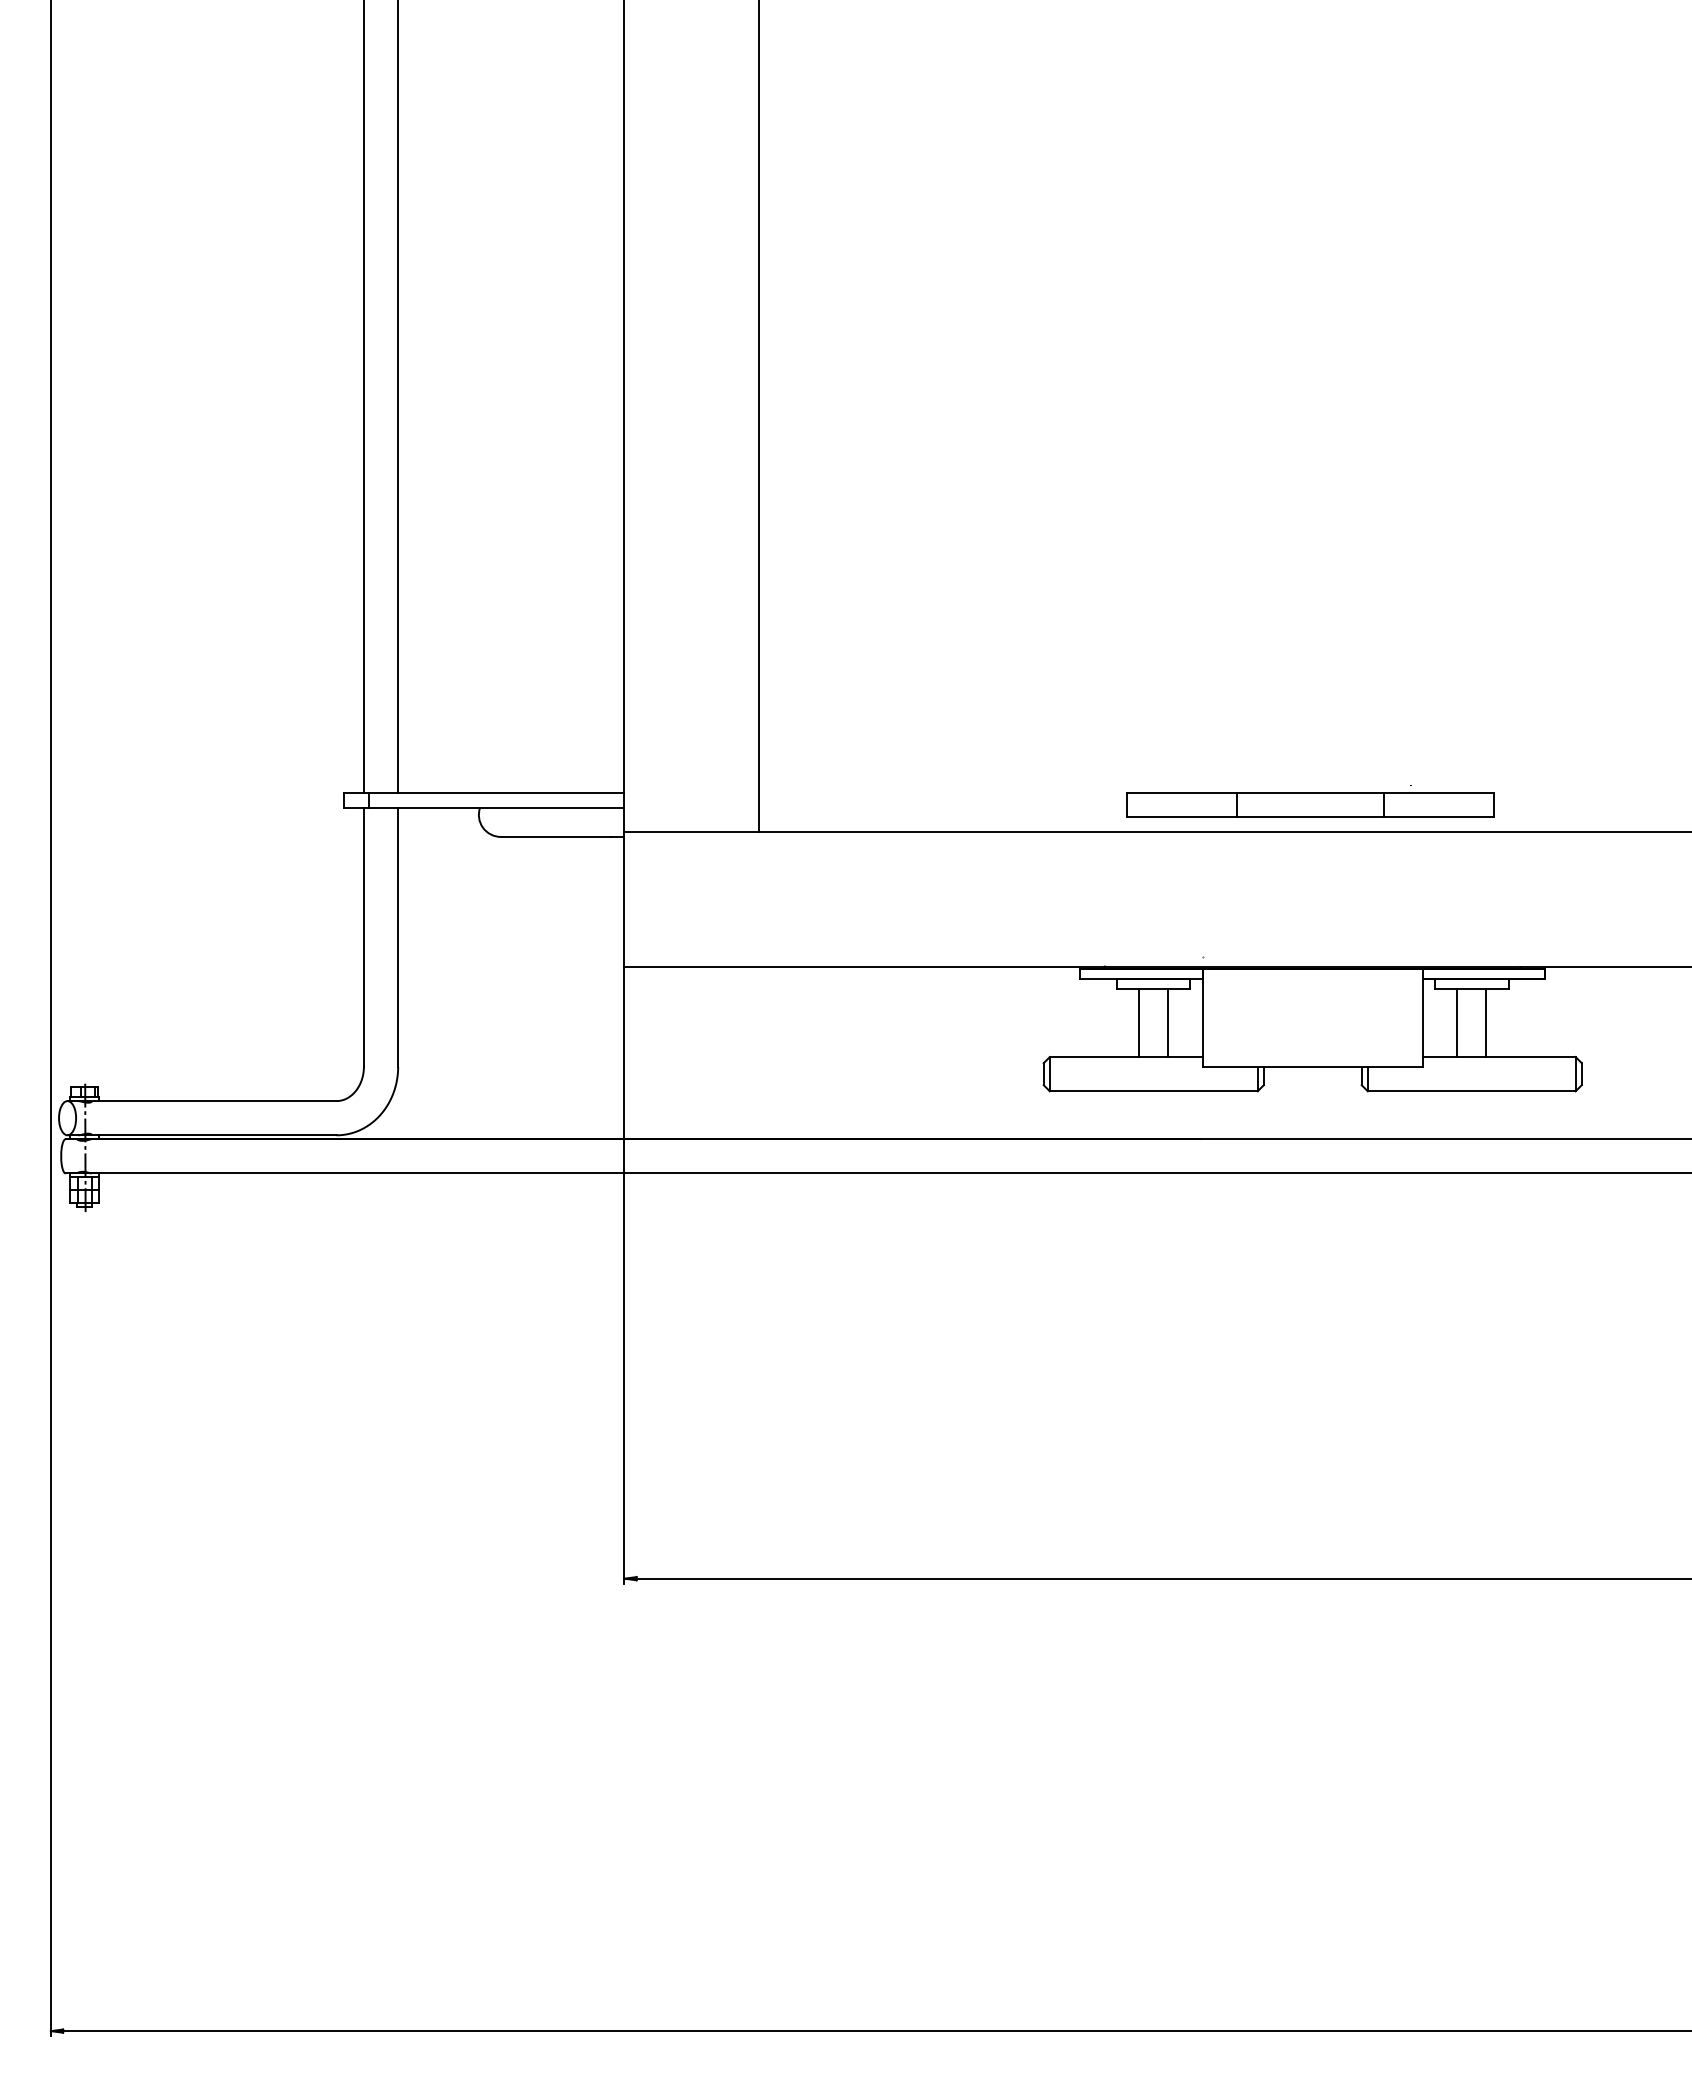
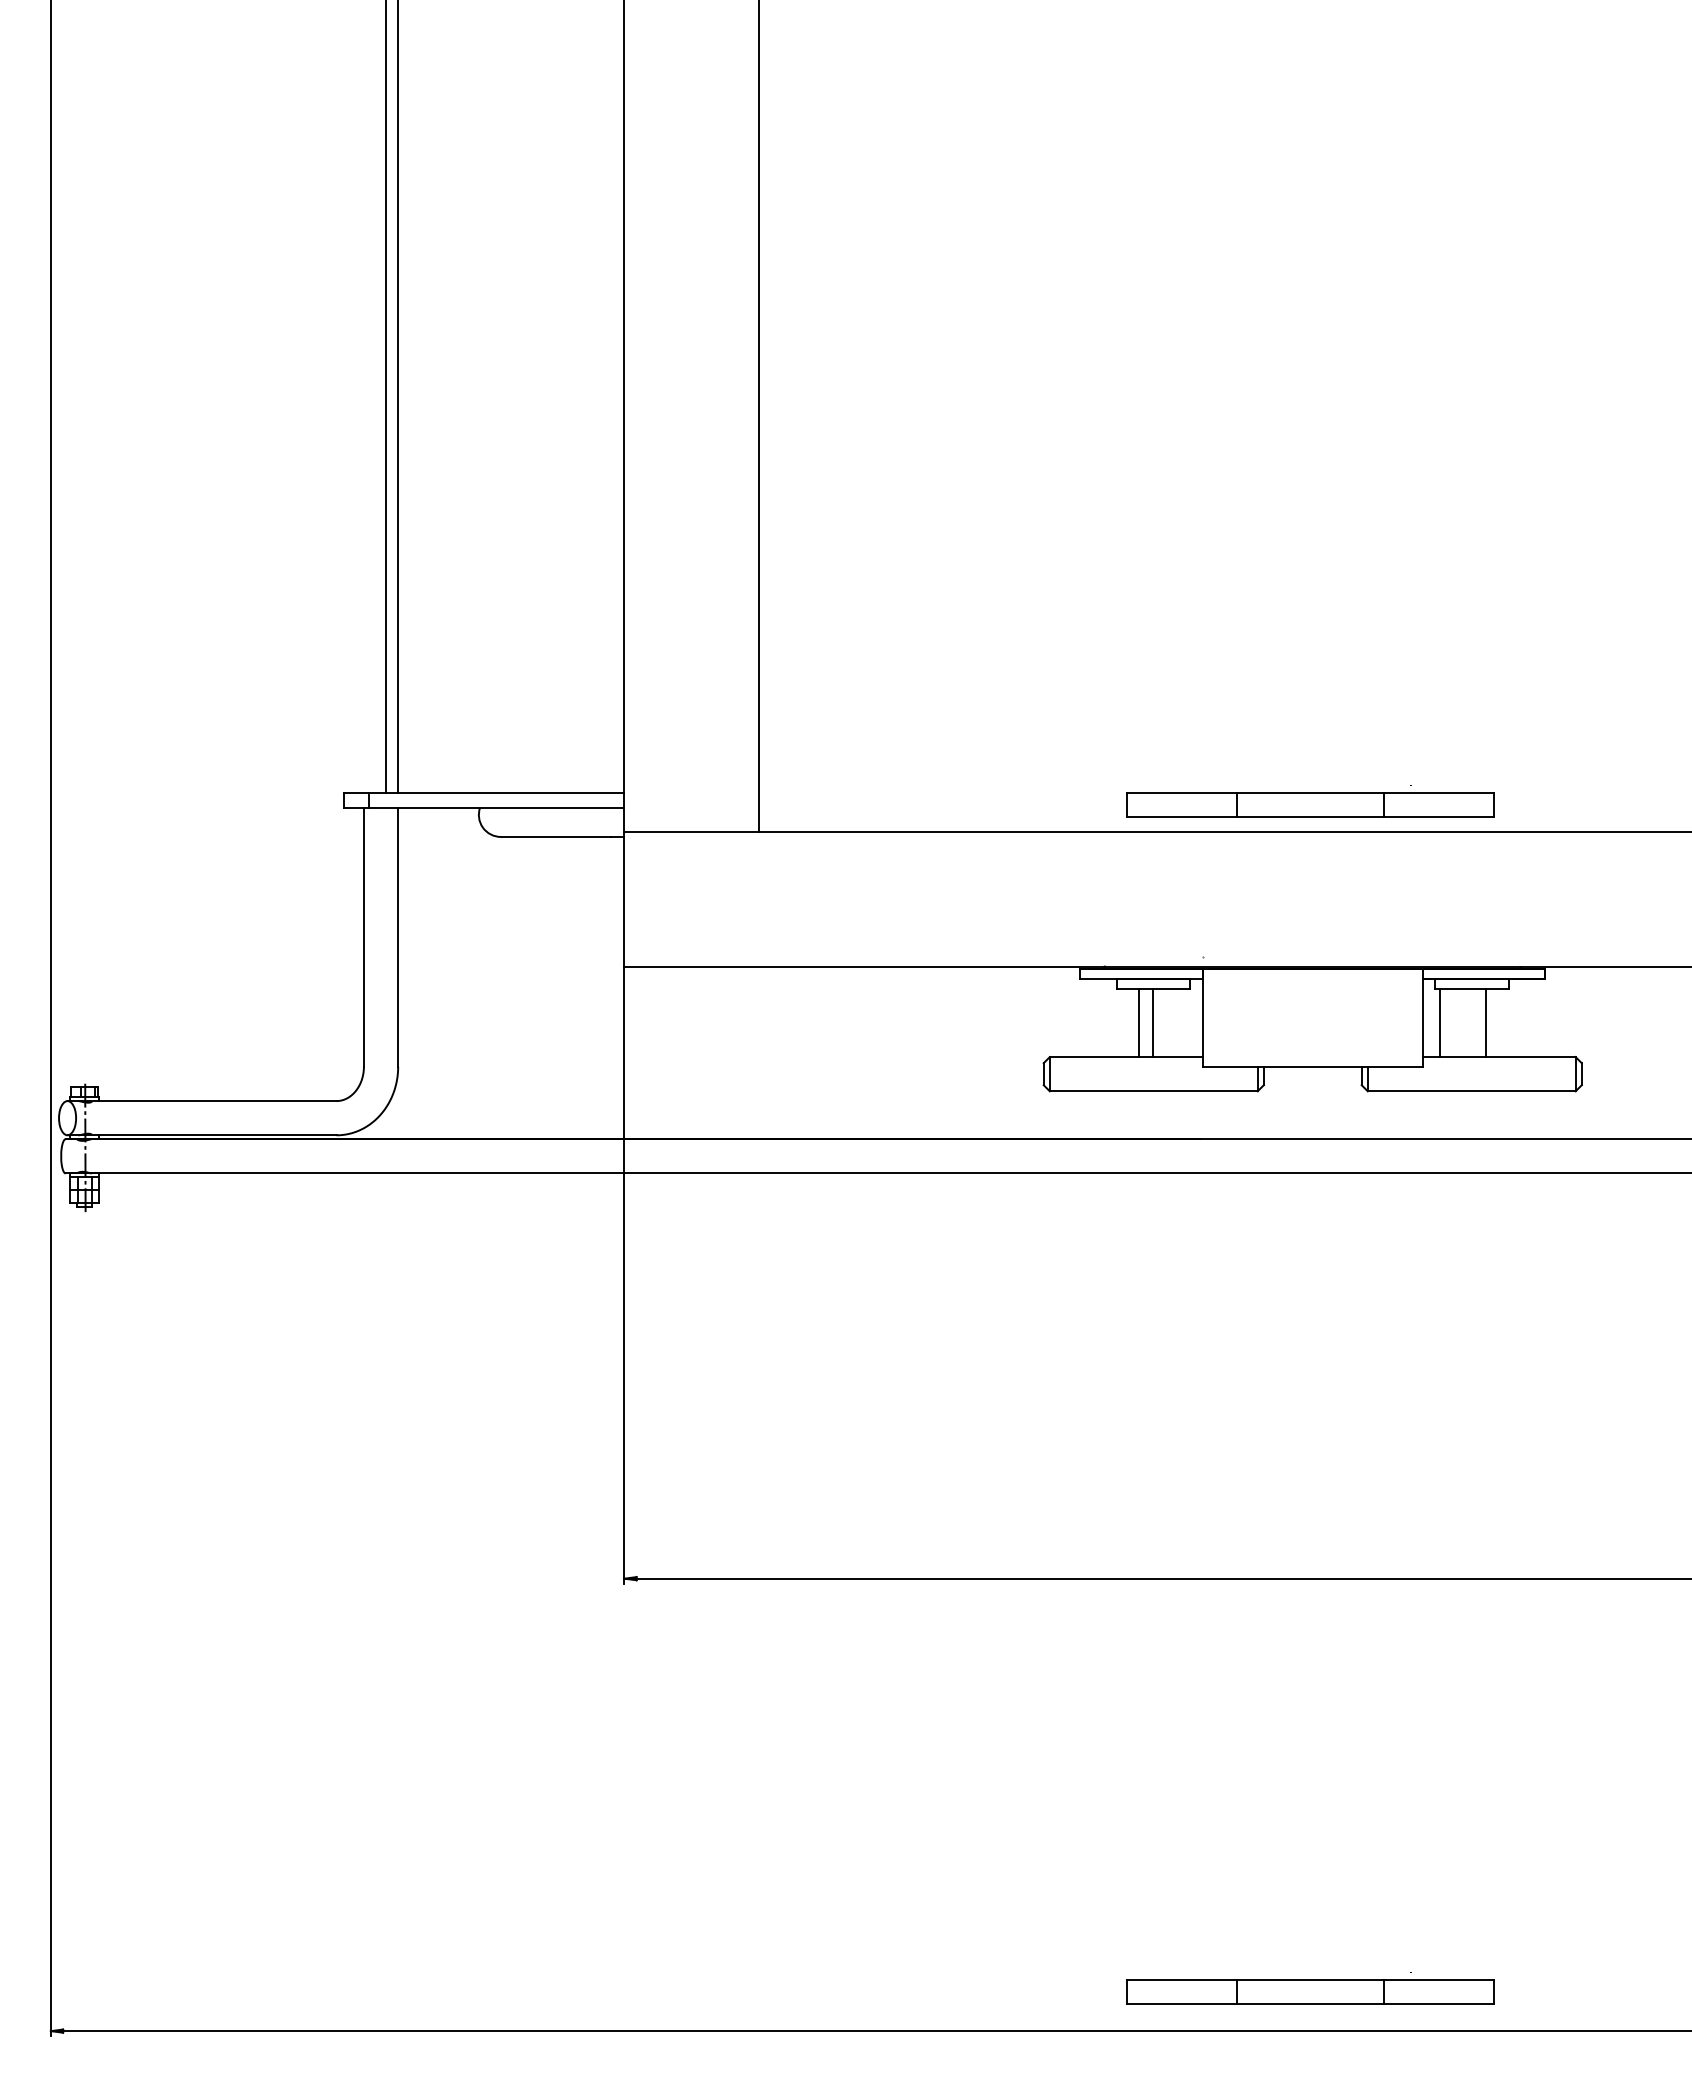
line at (363, 397) position: (363, 397) -> (385, 397)
line at (1168, 1022) position: (1168, 1022) -> (1153, 1022)
line at (1457, 1022) position: (1457, 1022) -> (1440, 1022)
part at (1310, 1988): none -> present
